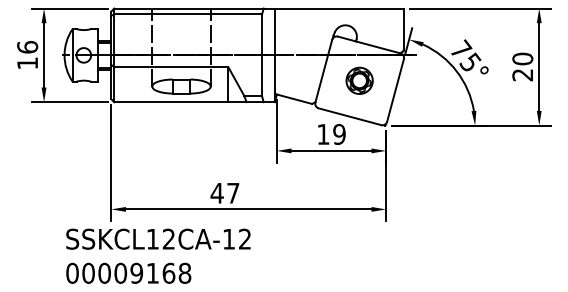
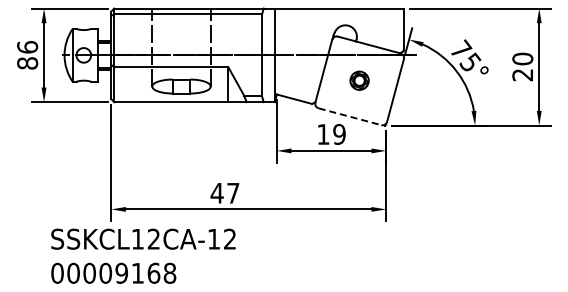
text at (27, 63): 16 -> 86
part at (359, 80) size: 29x29 px -> 21x21 px
line at (350, 116): solid -> dashed
text at (158, 255) position: (158, 255) -> (143, 255)
